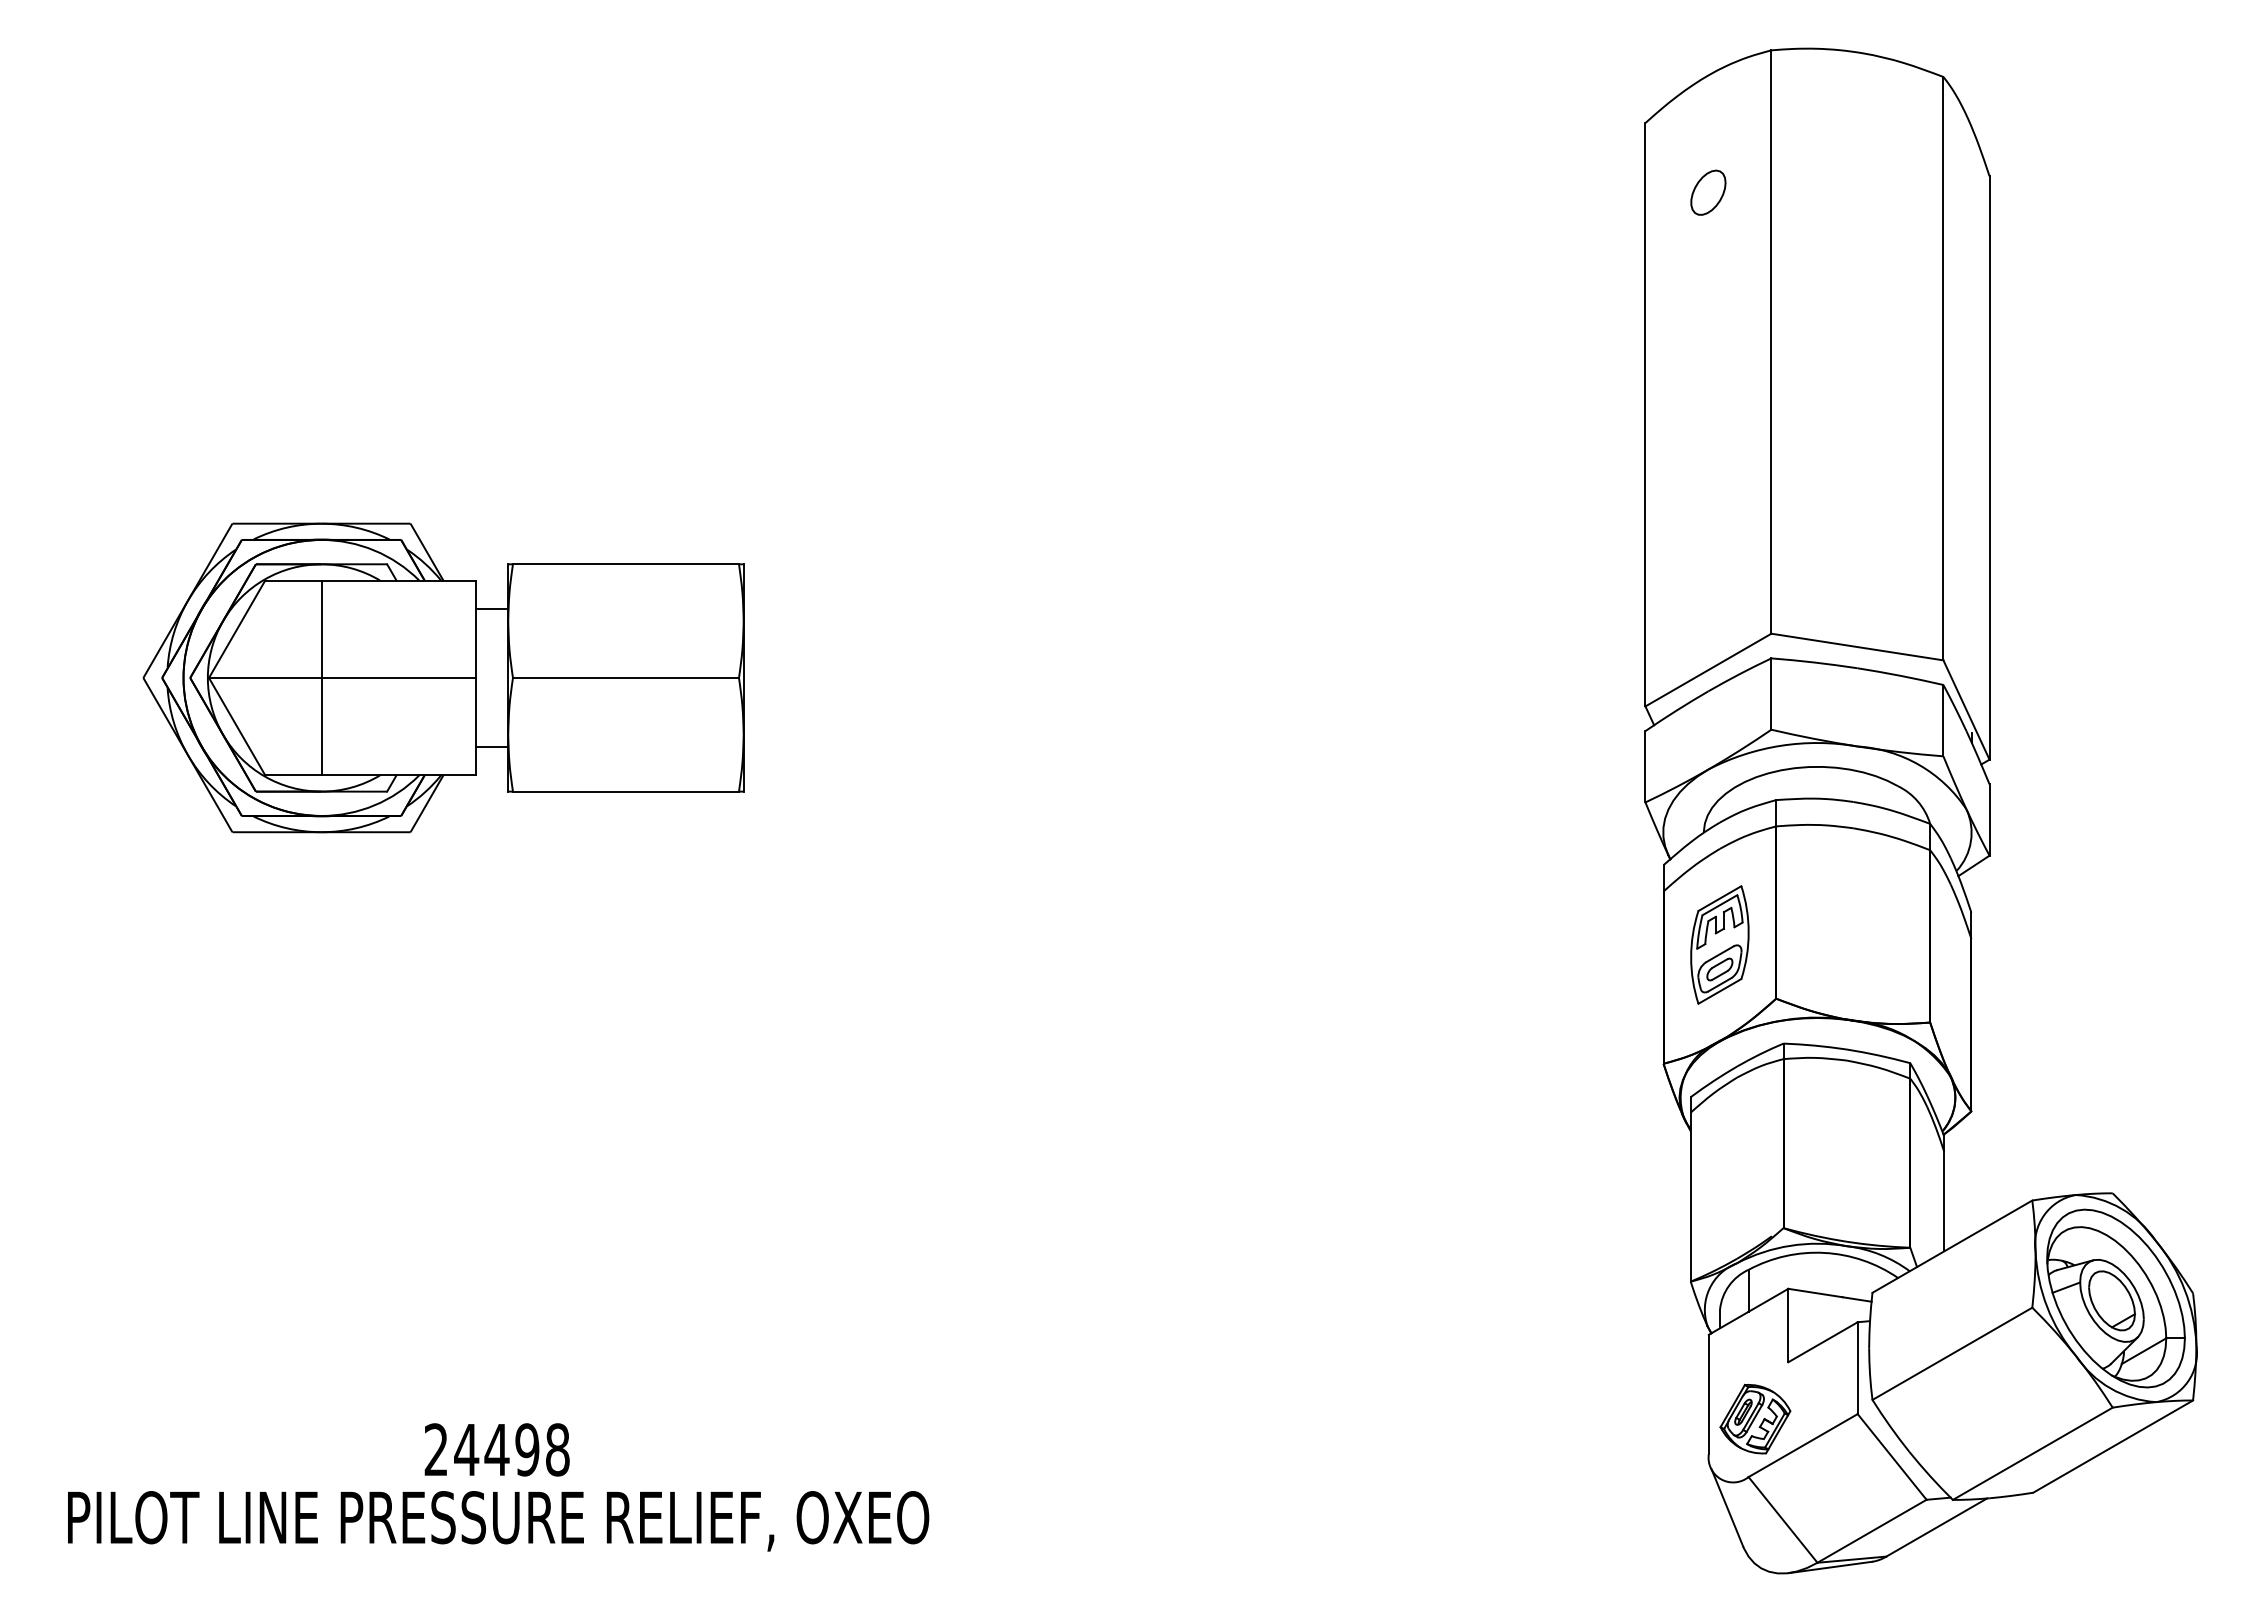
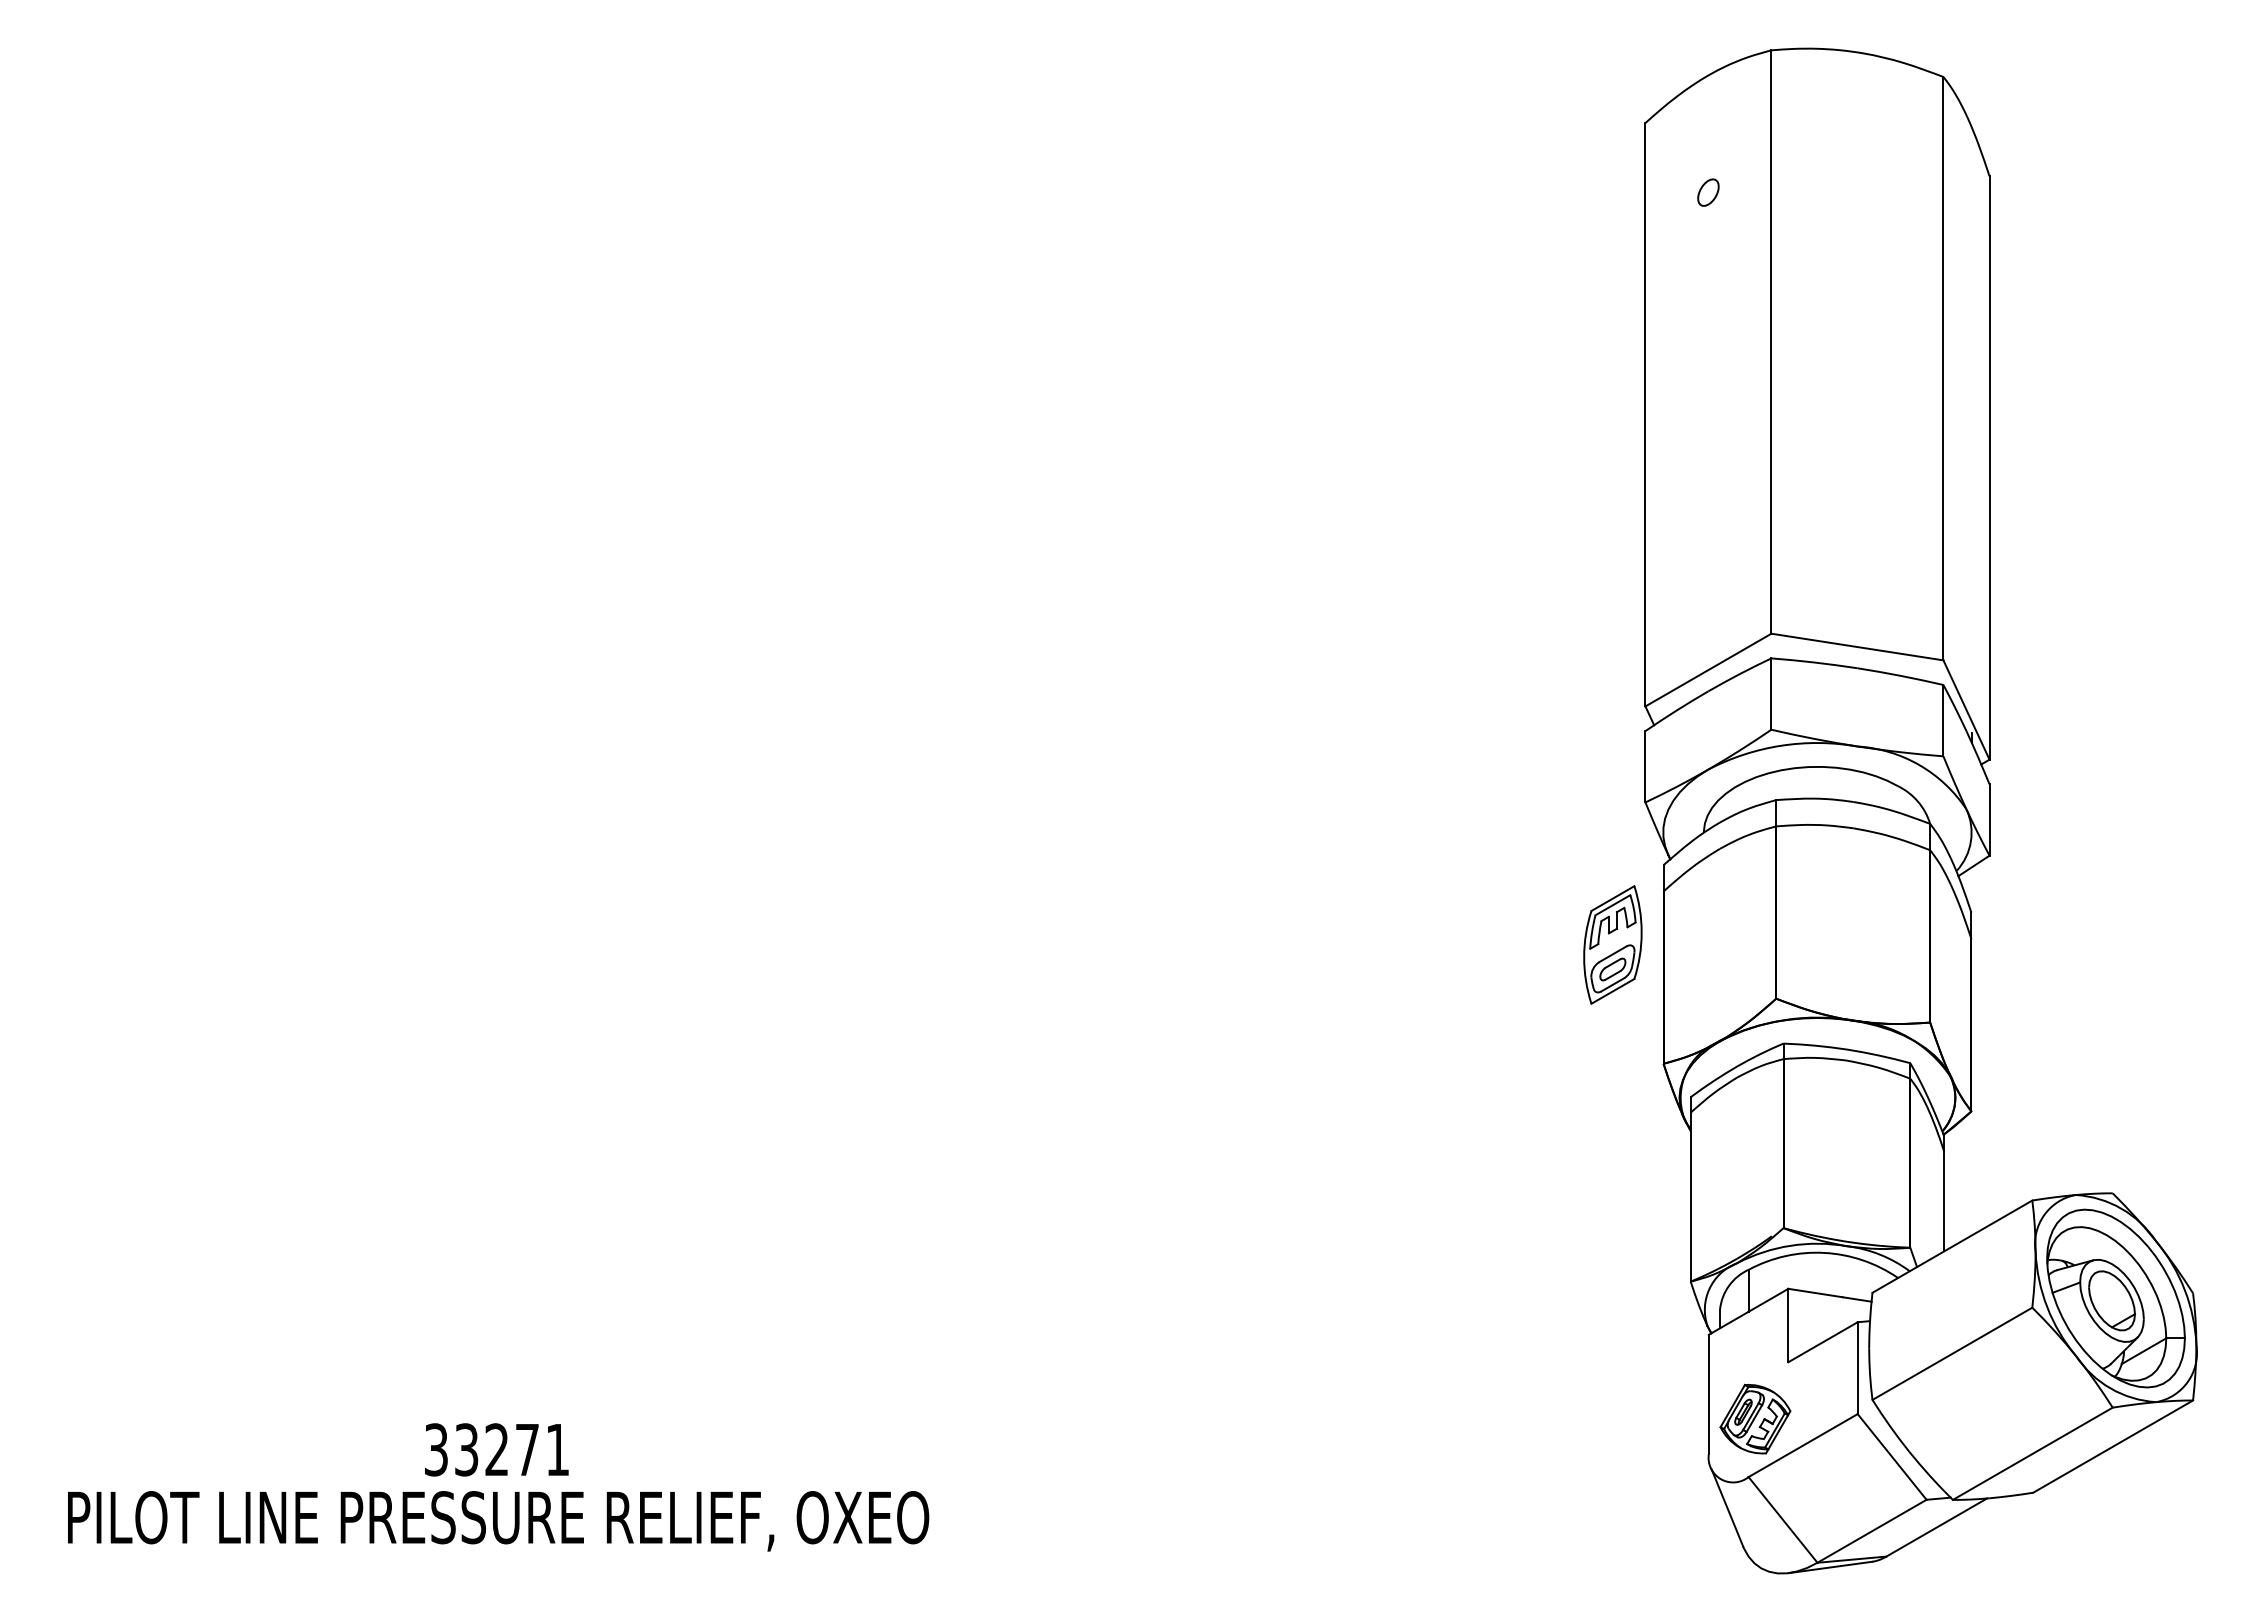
part at (1708, 192) size: 37x47 px -> 23x29 px
part at (443, 677): present -> none
part at (1719, 944) position: (1719, 944) -> (1612, 944)
text at (496, 1449): 24498 -> 33271
